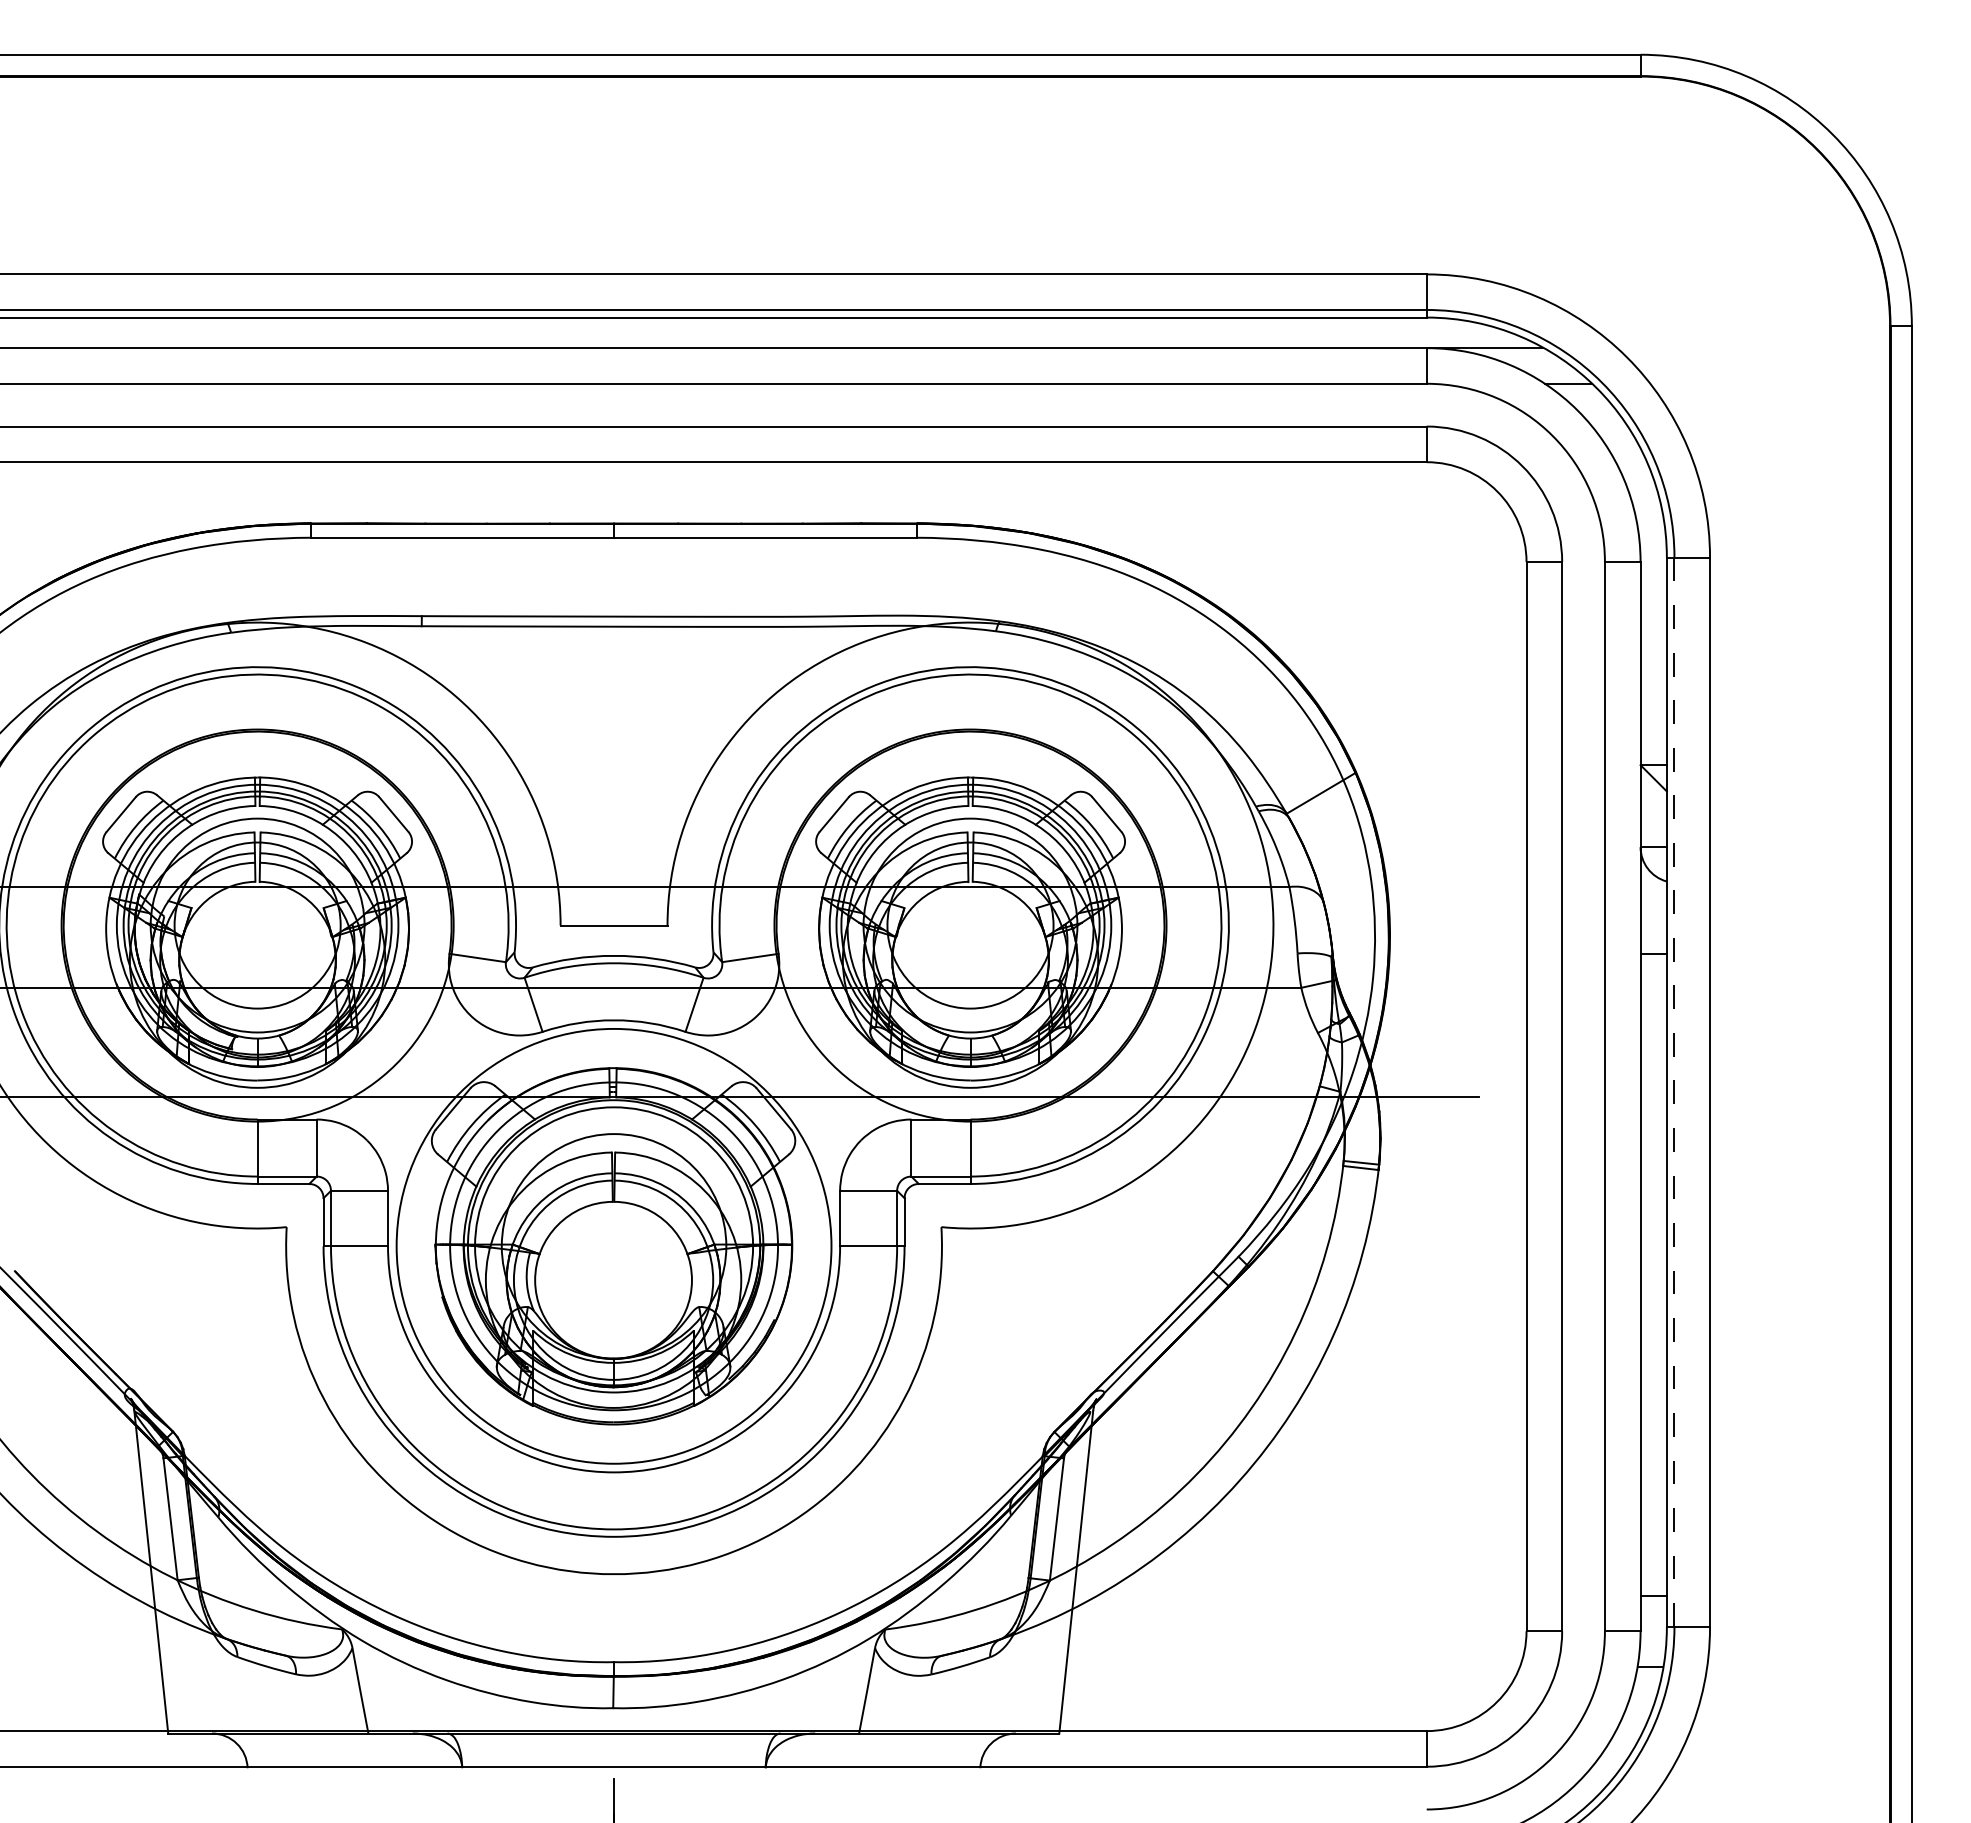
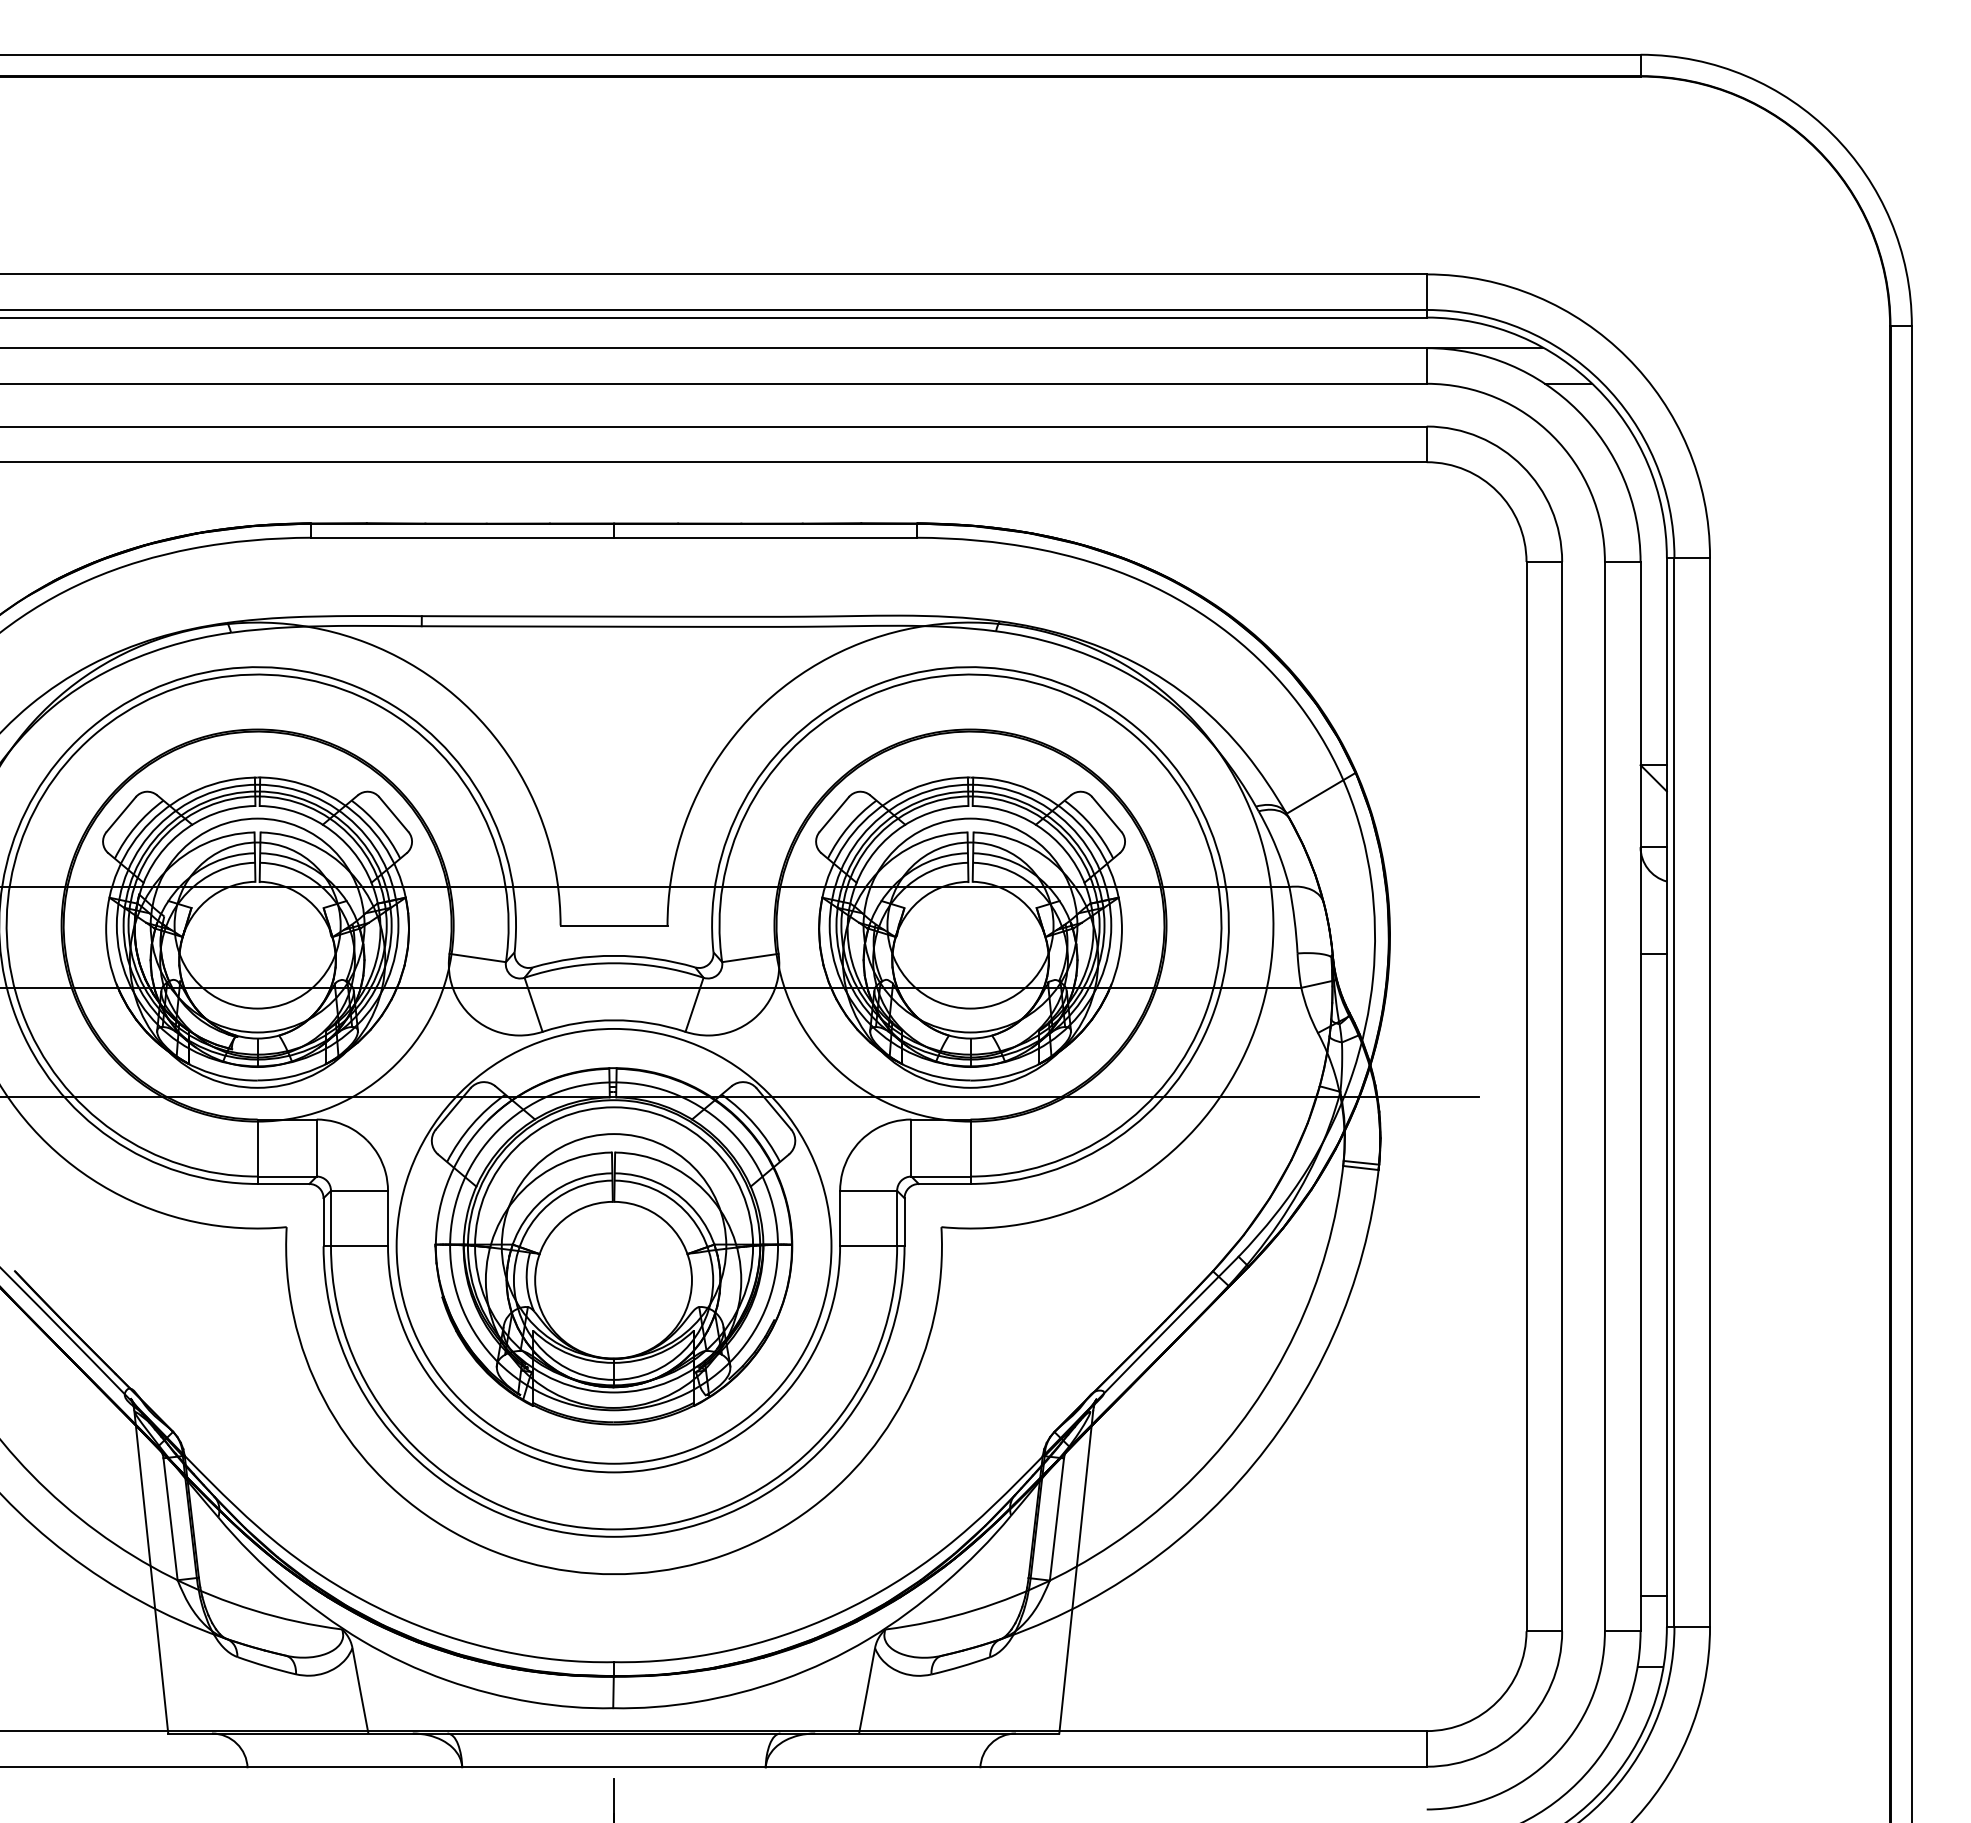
line at (1674, 1092): dashed -> solid
